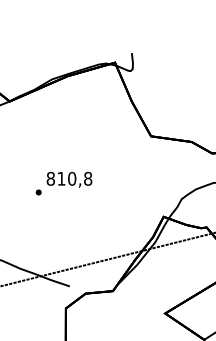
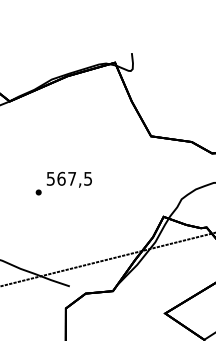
text at (69, 178): 810,8 -> 567,5
